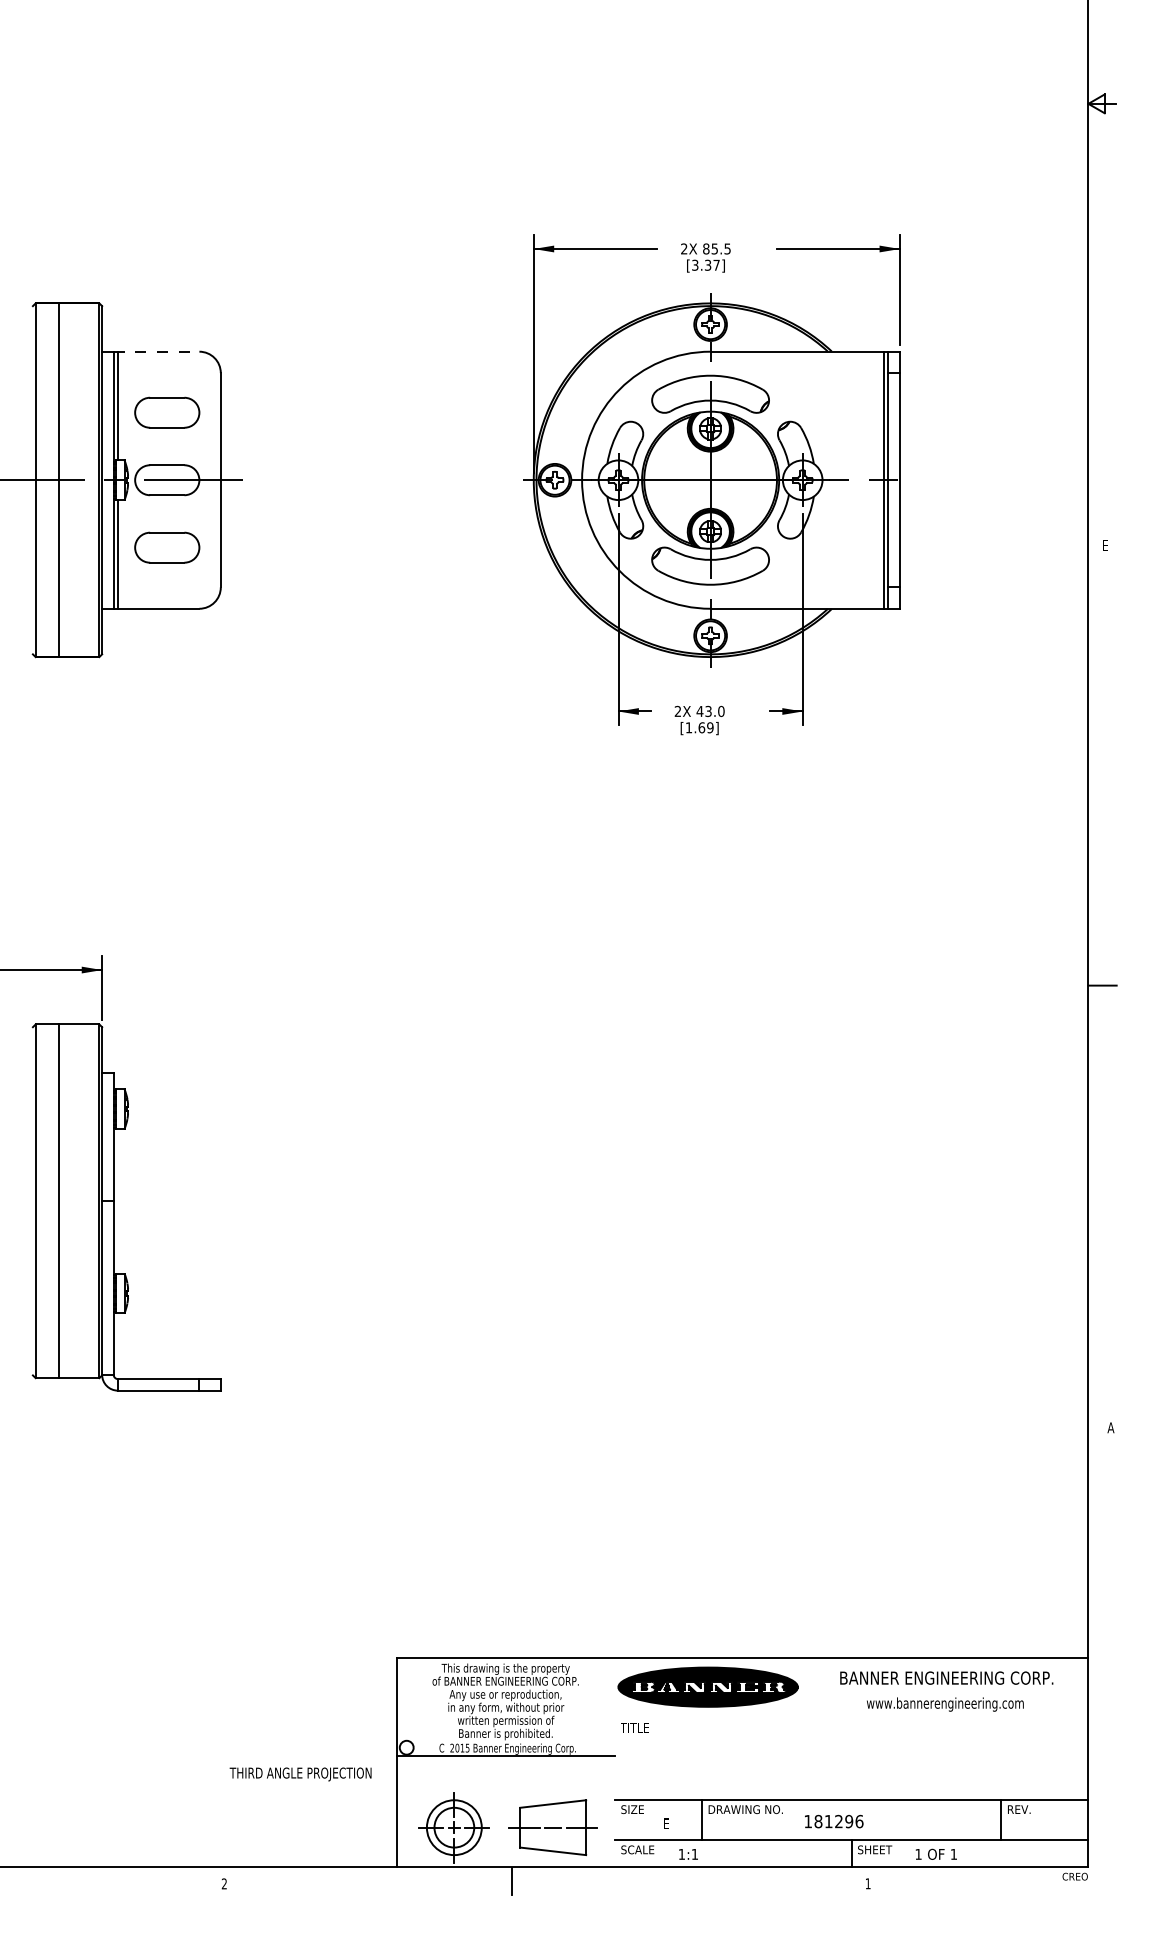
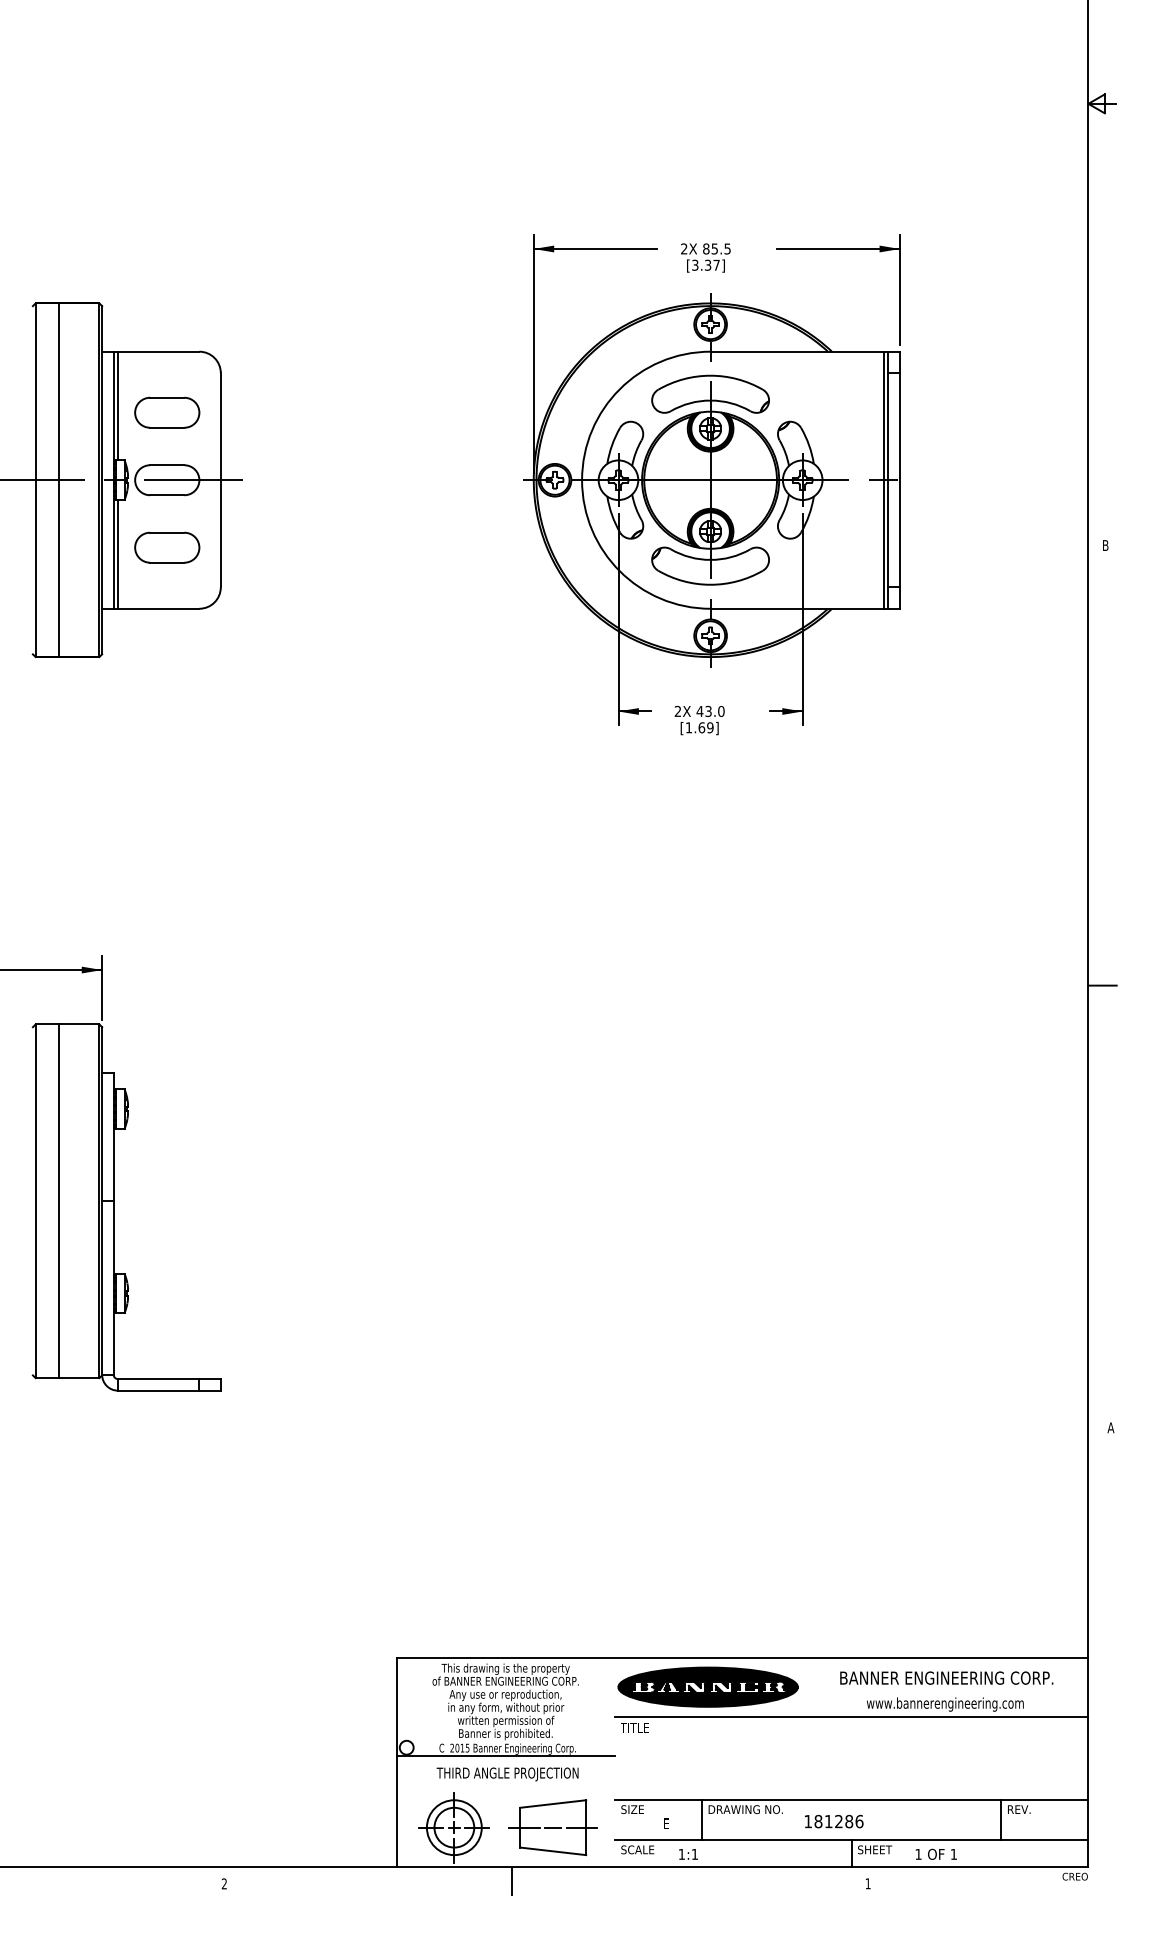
line at (156, 351): dashed -> solid
text at (1106, 545): E -> B
line at (851, 1717): none -> present
text at (300, 1774) position: (300, 1774) -> (507, 1774)
text at (849, 1821): 181296 -> 181286
